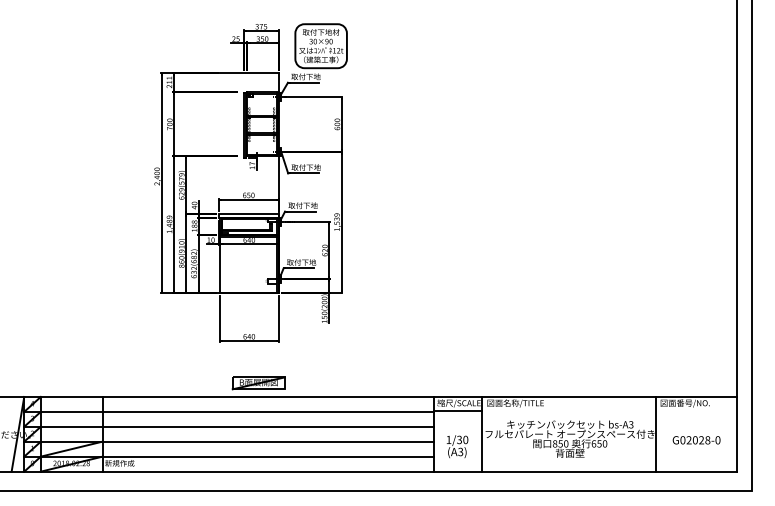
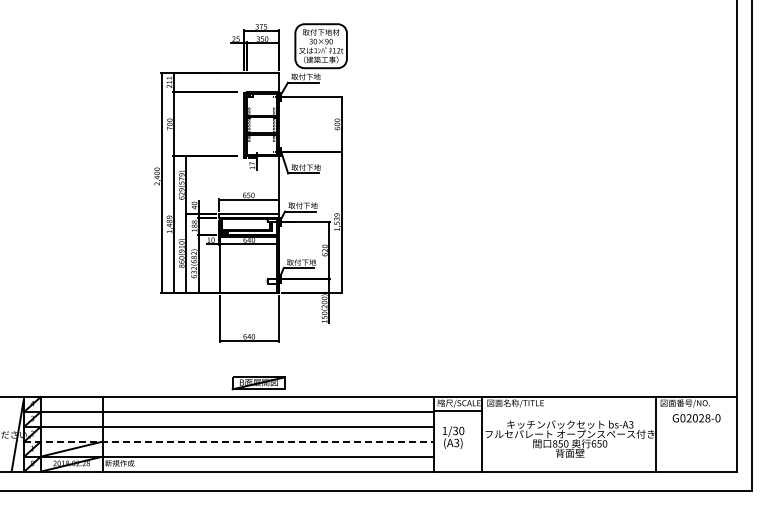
text at (696, 440) position: (696, 440) -> (696, 418)
line at (229, 441): solid -> dashed
text at (457, 446) position: (457, 446) -> (453, 437)
